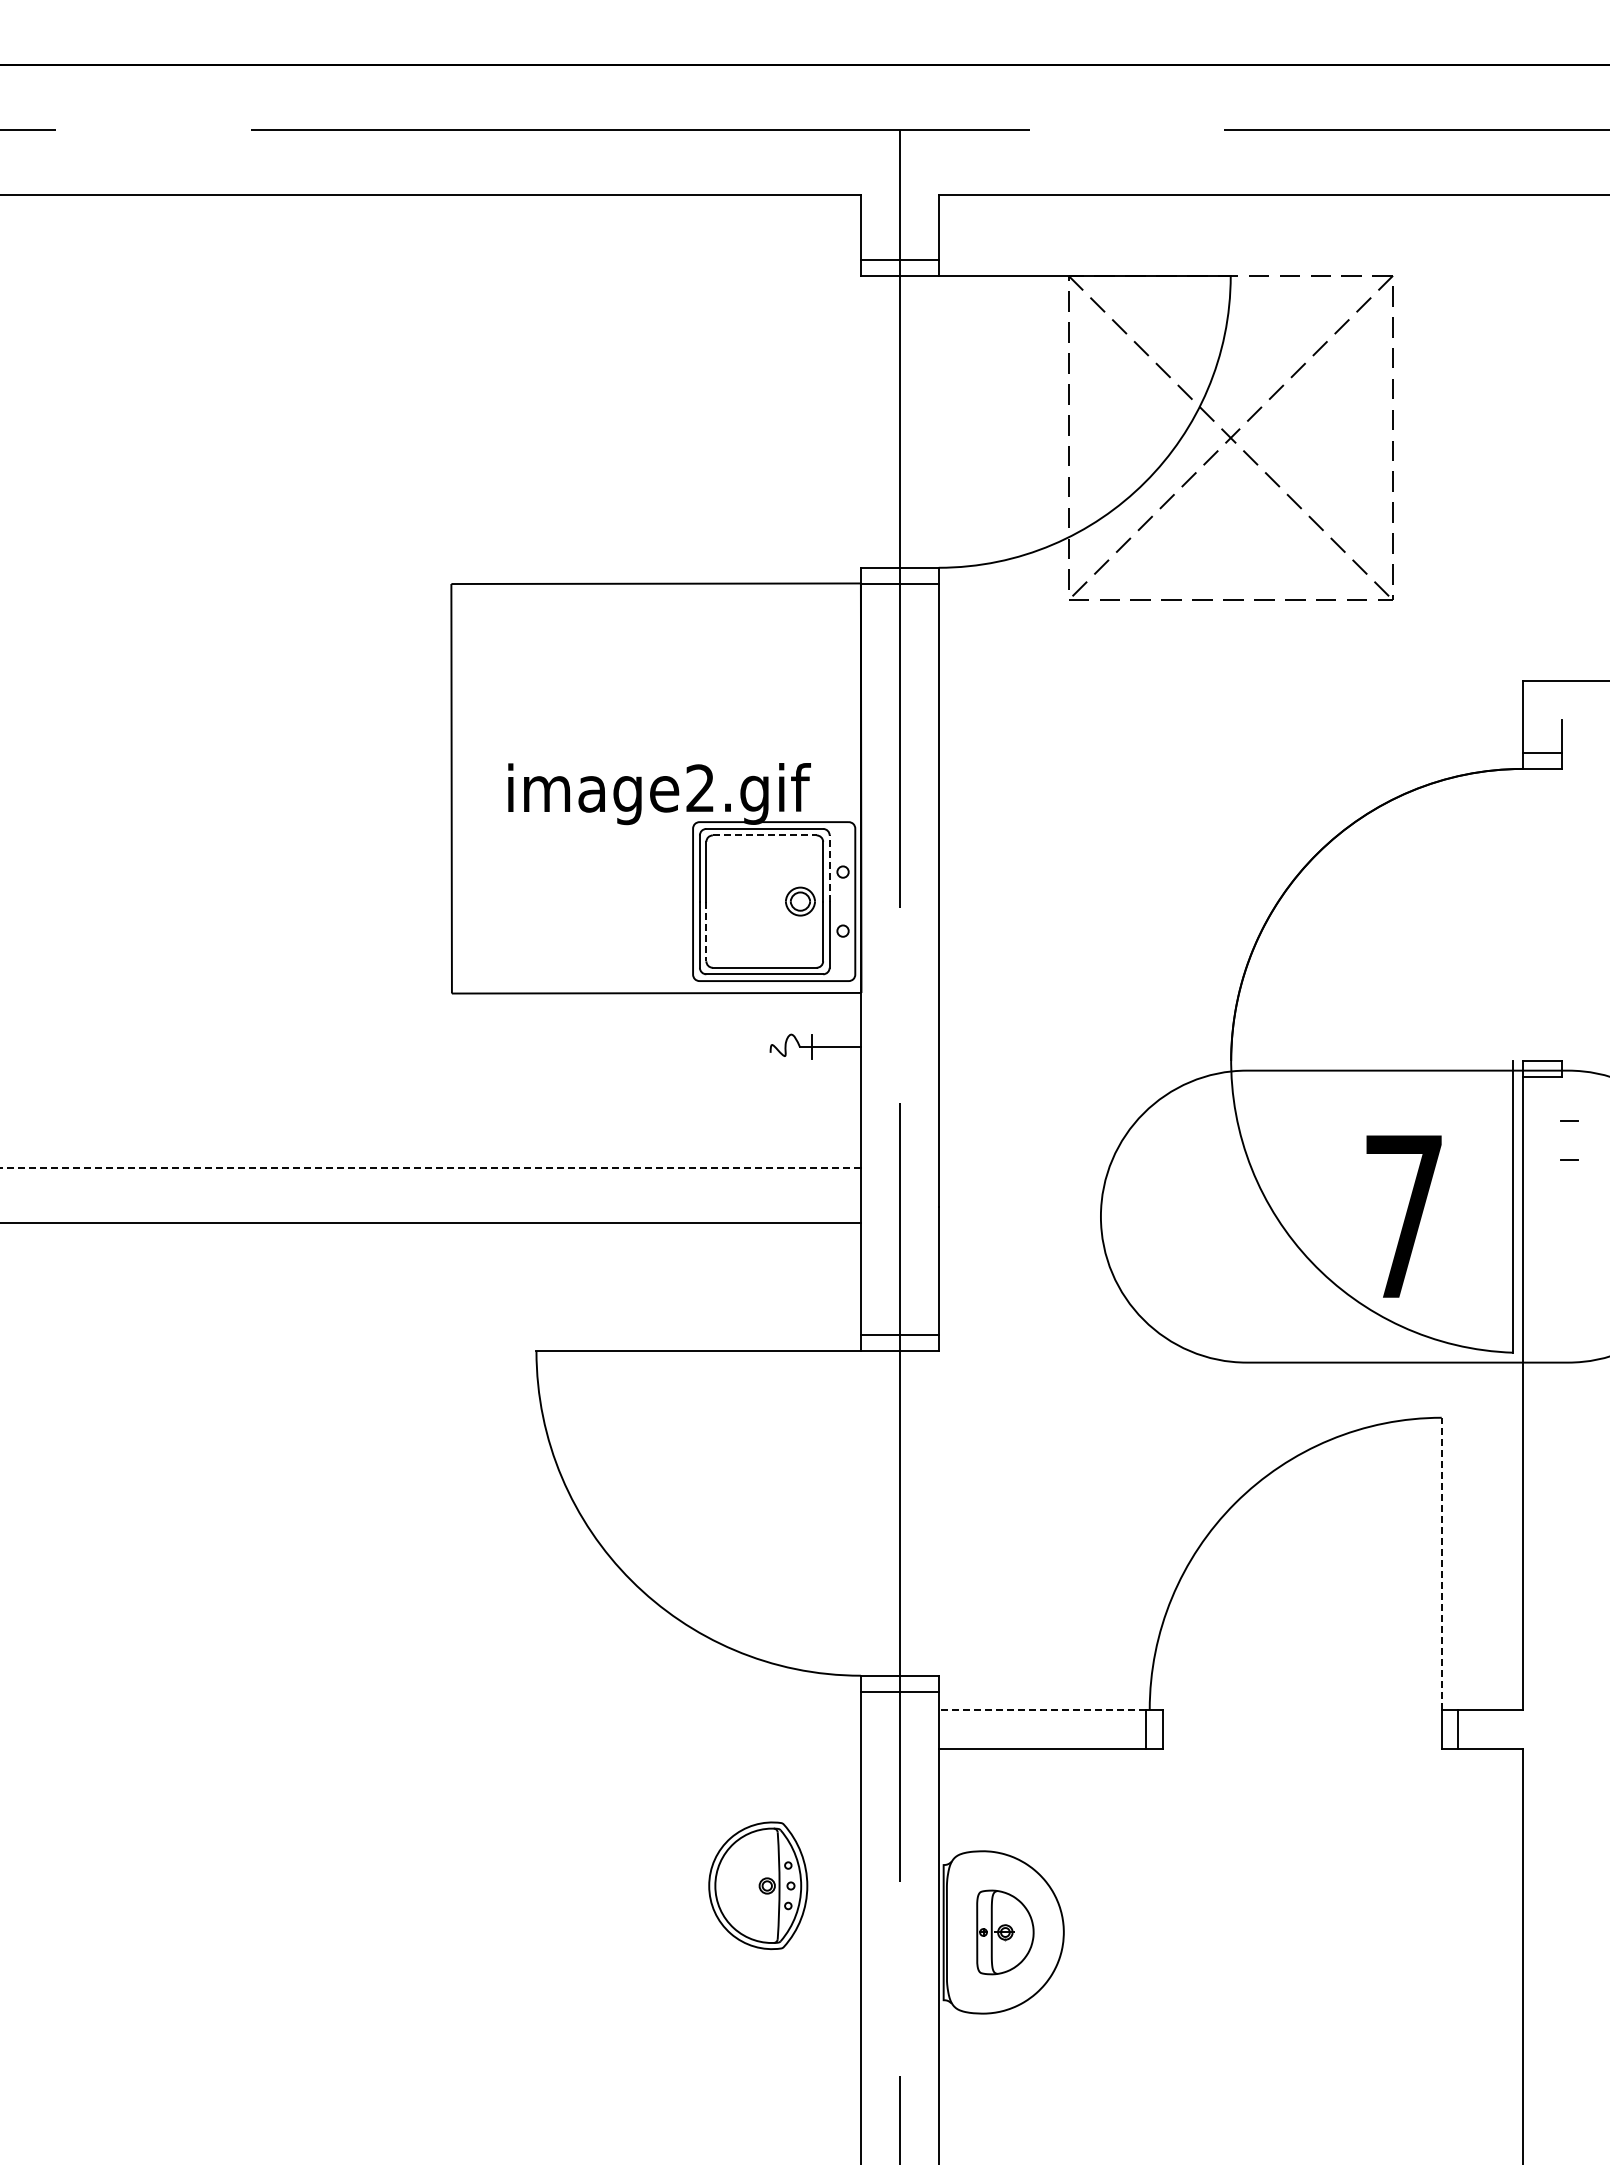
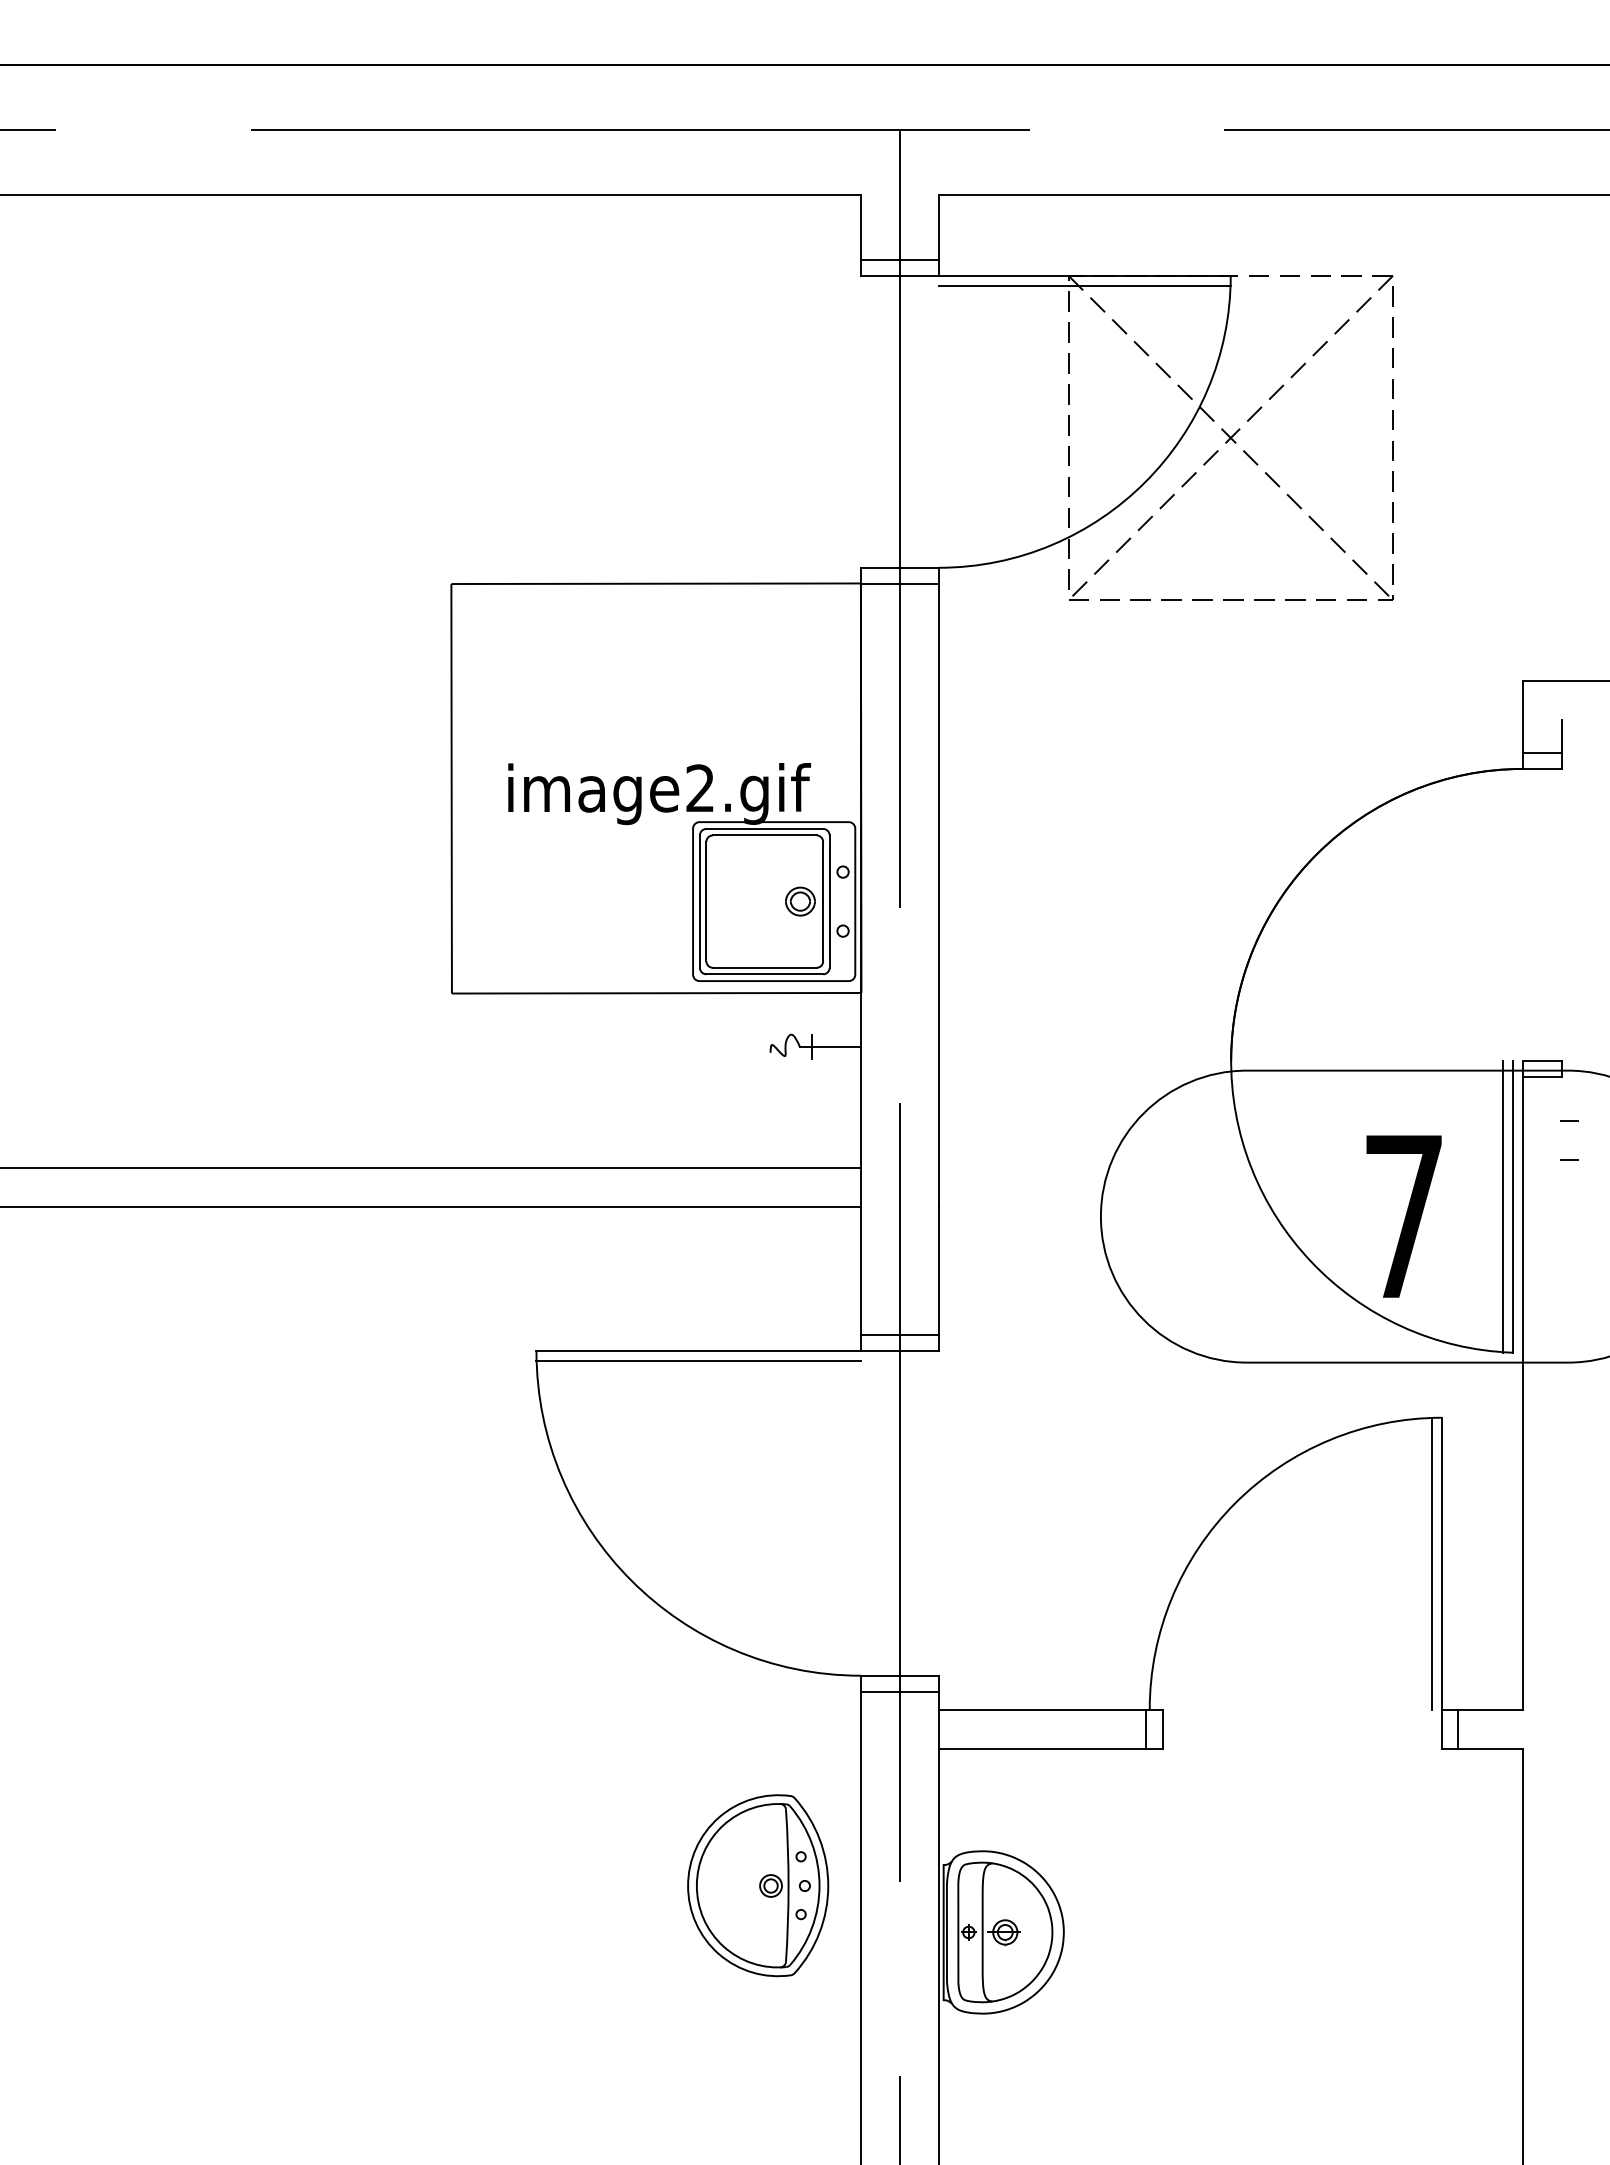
line at (1084, 285): none -> present
line at (764, 835): dashed -> solid
line at (829, 868): dashed -> solid
line at (706, 931): dashed -> solid
line at (429, 1167): dashed -> solid
line at (1503, 1206): none -> present
line at (431, 1222) position: (431, 1222) -> (431, 1206)
line at (698, 1361): none -> present
line at (1431, 1563): none -> present
line at (1441, 1563): dashed -> solid
line at (1042, 1709): dashed -> solid
part at (758, 1885) size: 101x129 px -> 143x184 px
part at (1005, 1932) size: 59x87 px -> 97x143 px
